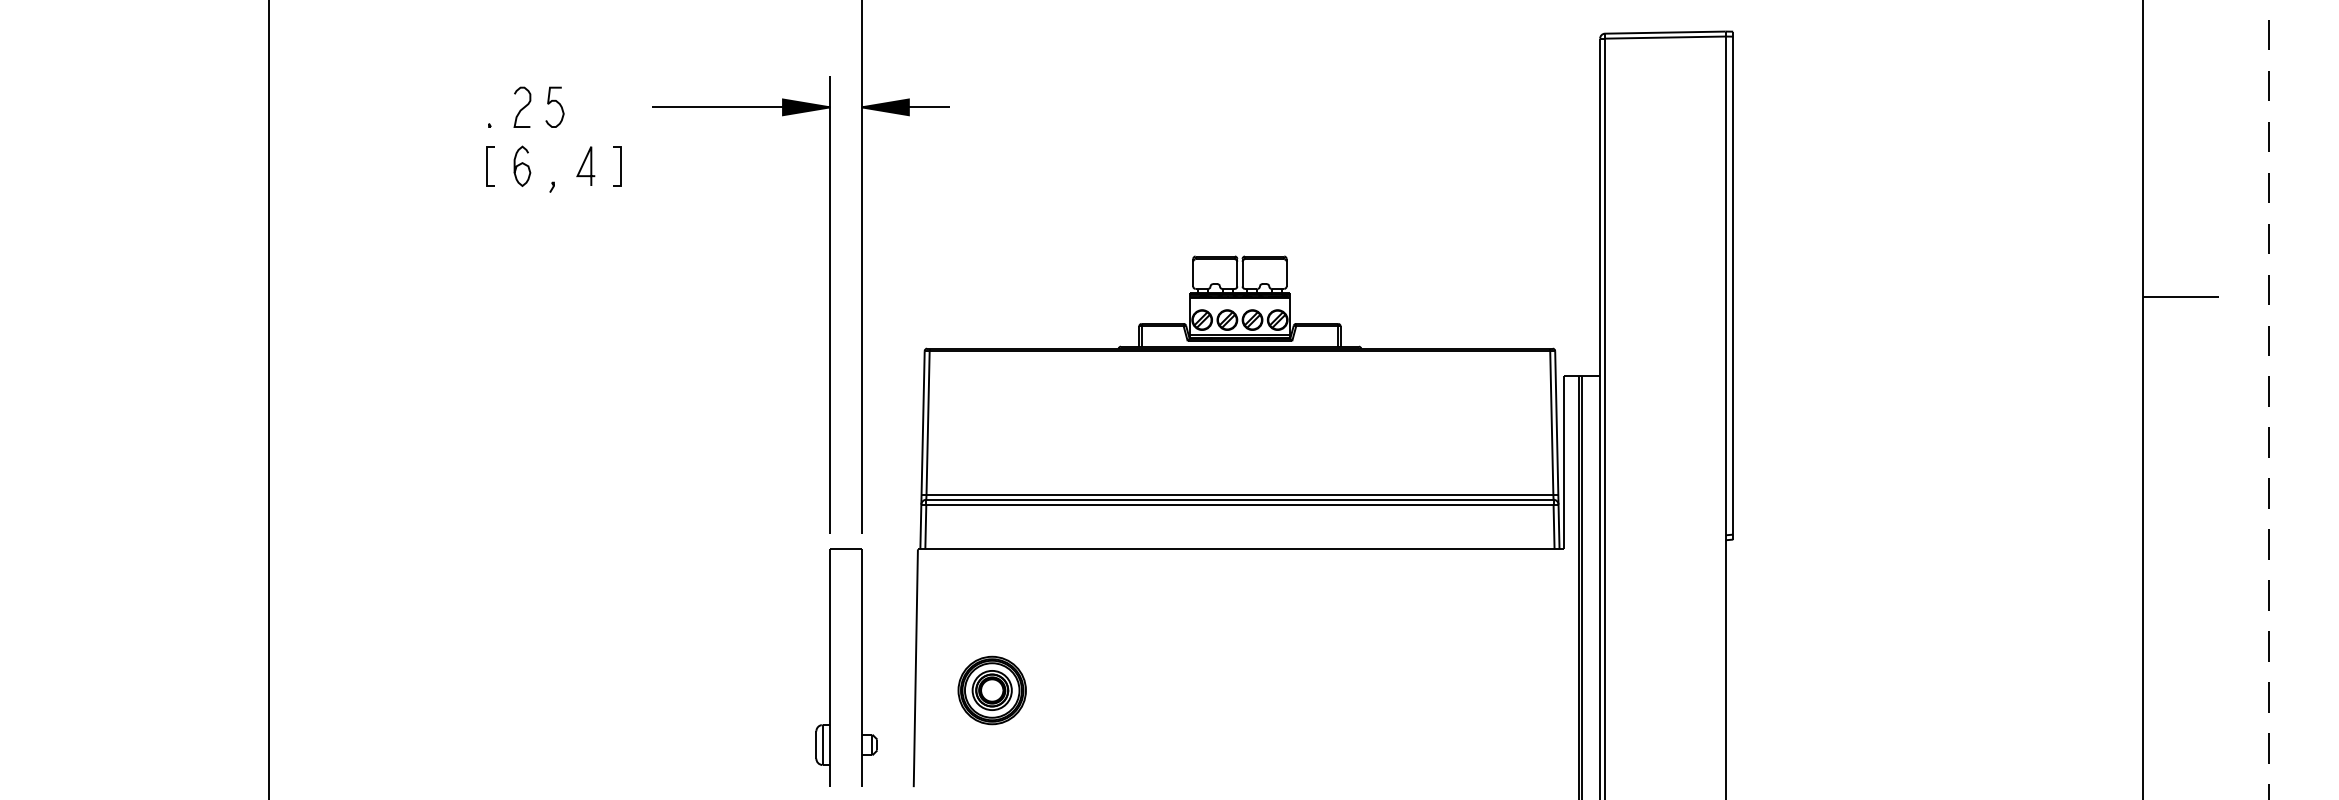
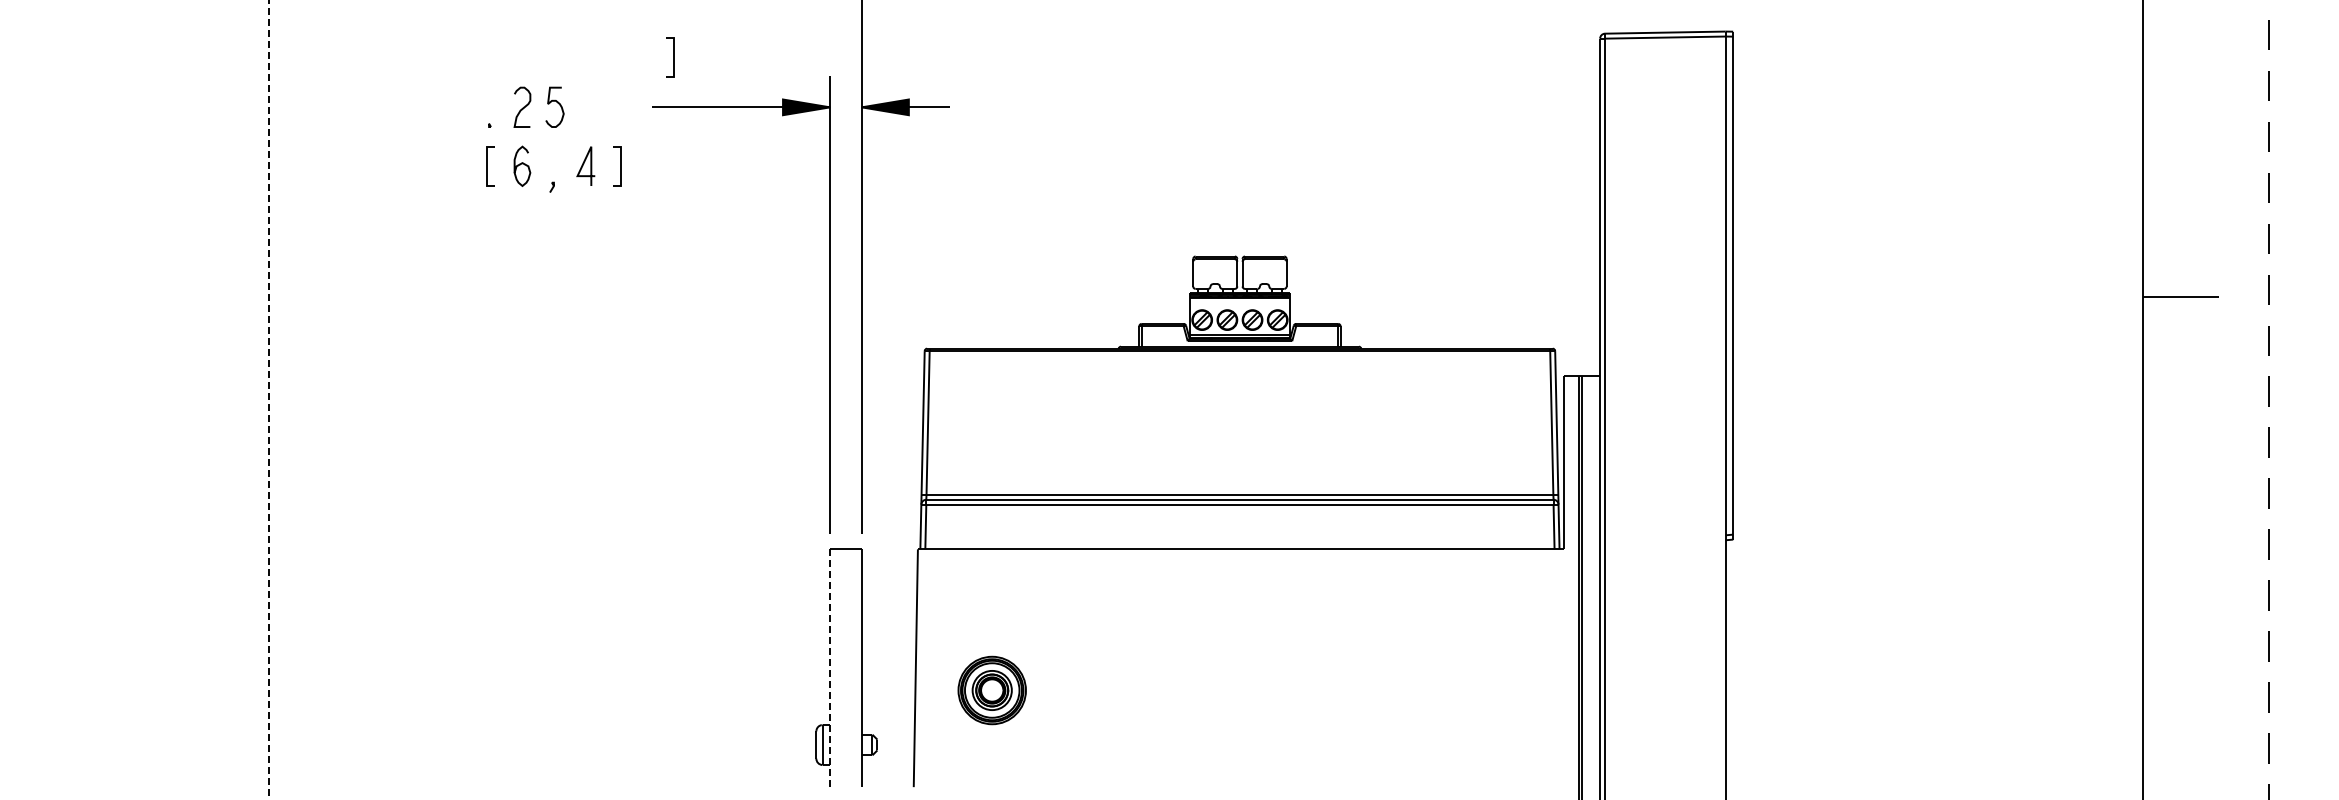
line at (673, 57): none -> present
line at (269, 399): solid -> dashed
line at (830, 668): solid -> dashed
